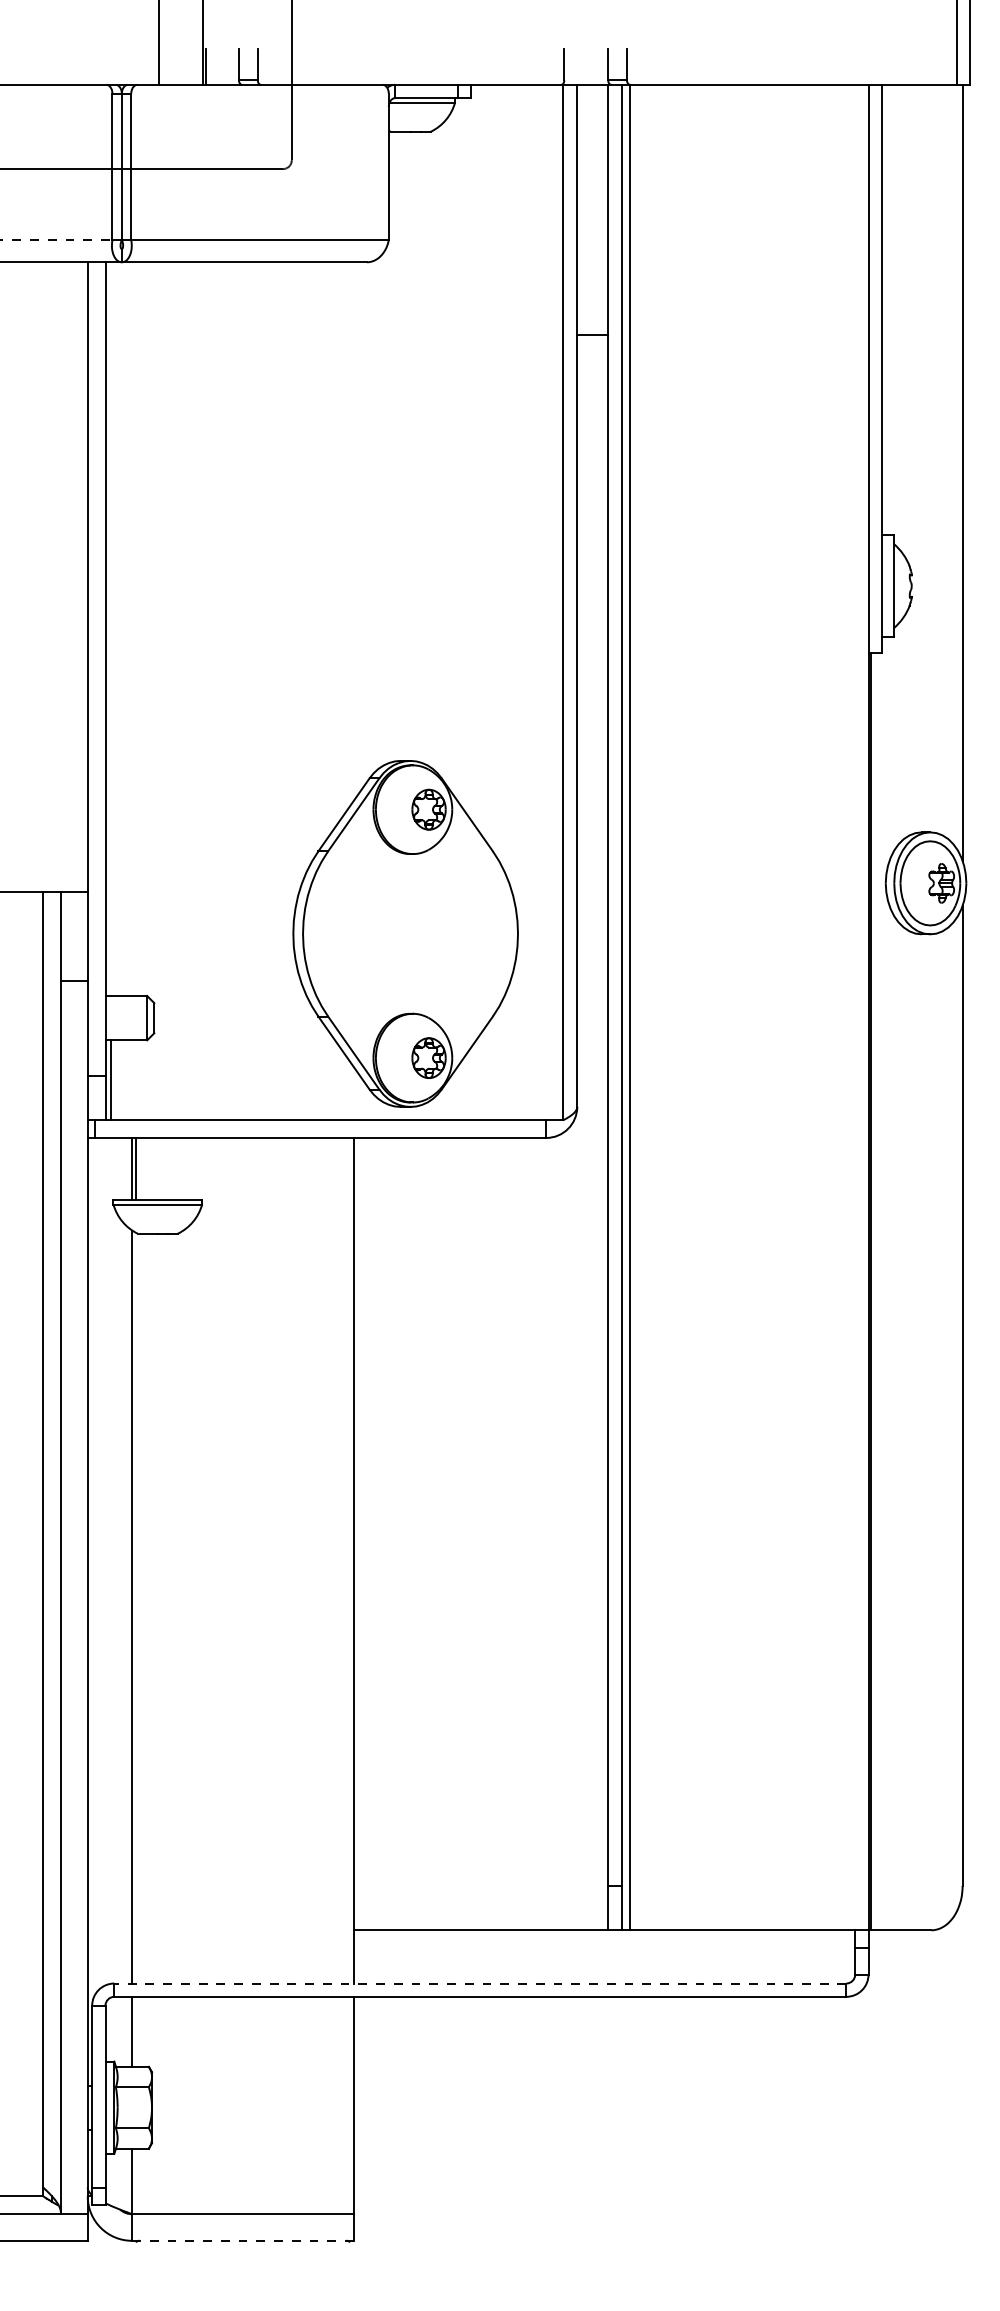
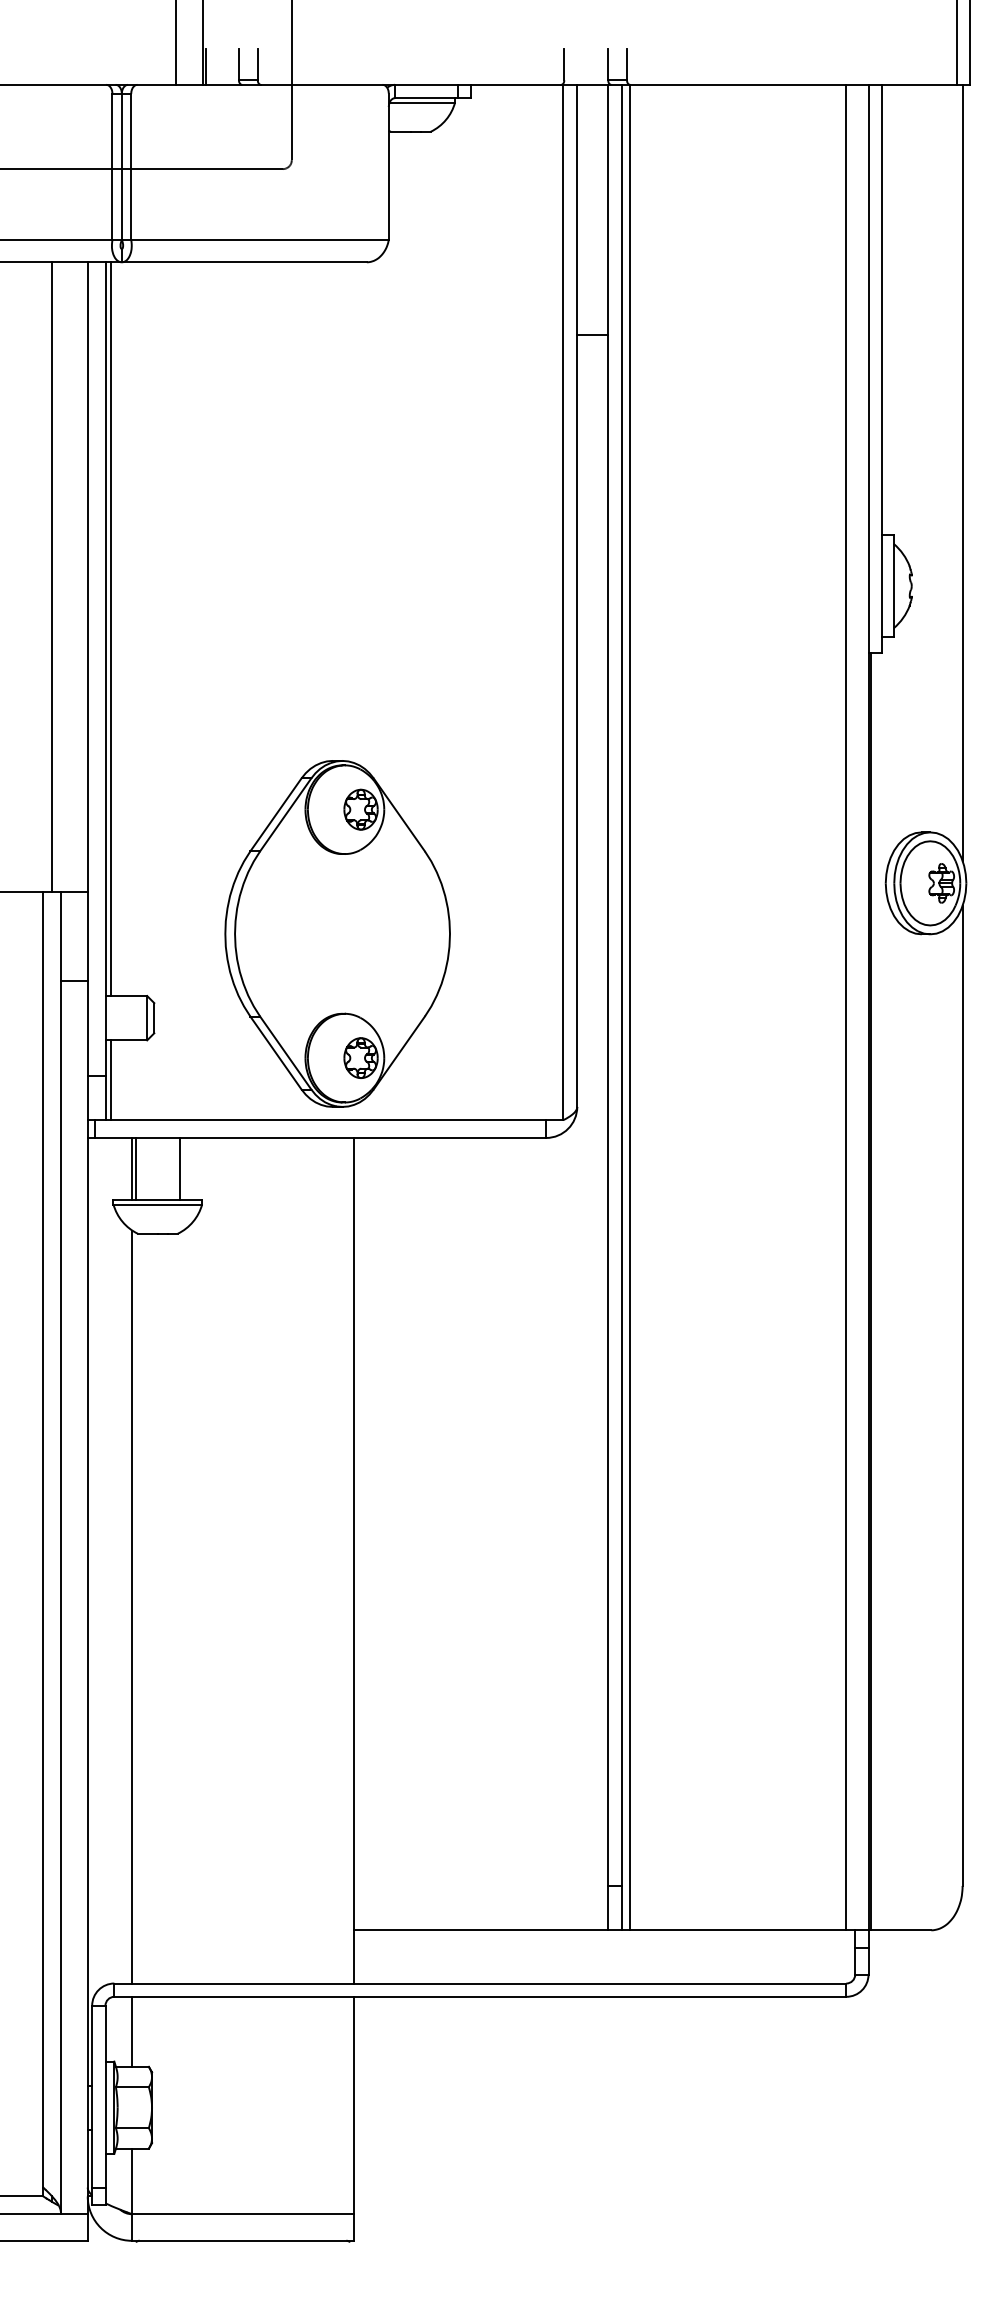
line at (159, 43) position: (159, 43) -> (176, 43)
line at (56, 240): dashed -> solid
line at (52, 577): none -> present
line at (111, 629): none -> present
part at (405, 933) position: (405, 933) -> (337, 933)
line at (846, 1007): none -> present
line at (180, 1168): none -> present
line at (480, 1983): dashed -> solid
line at (243, 2240): dashed -> solid
